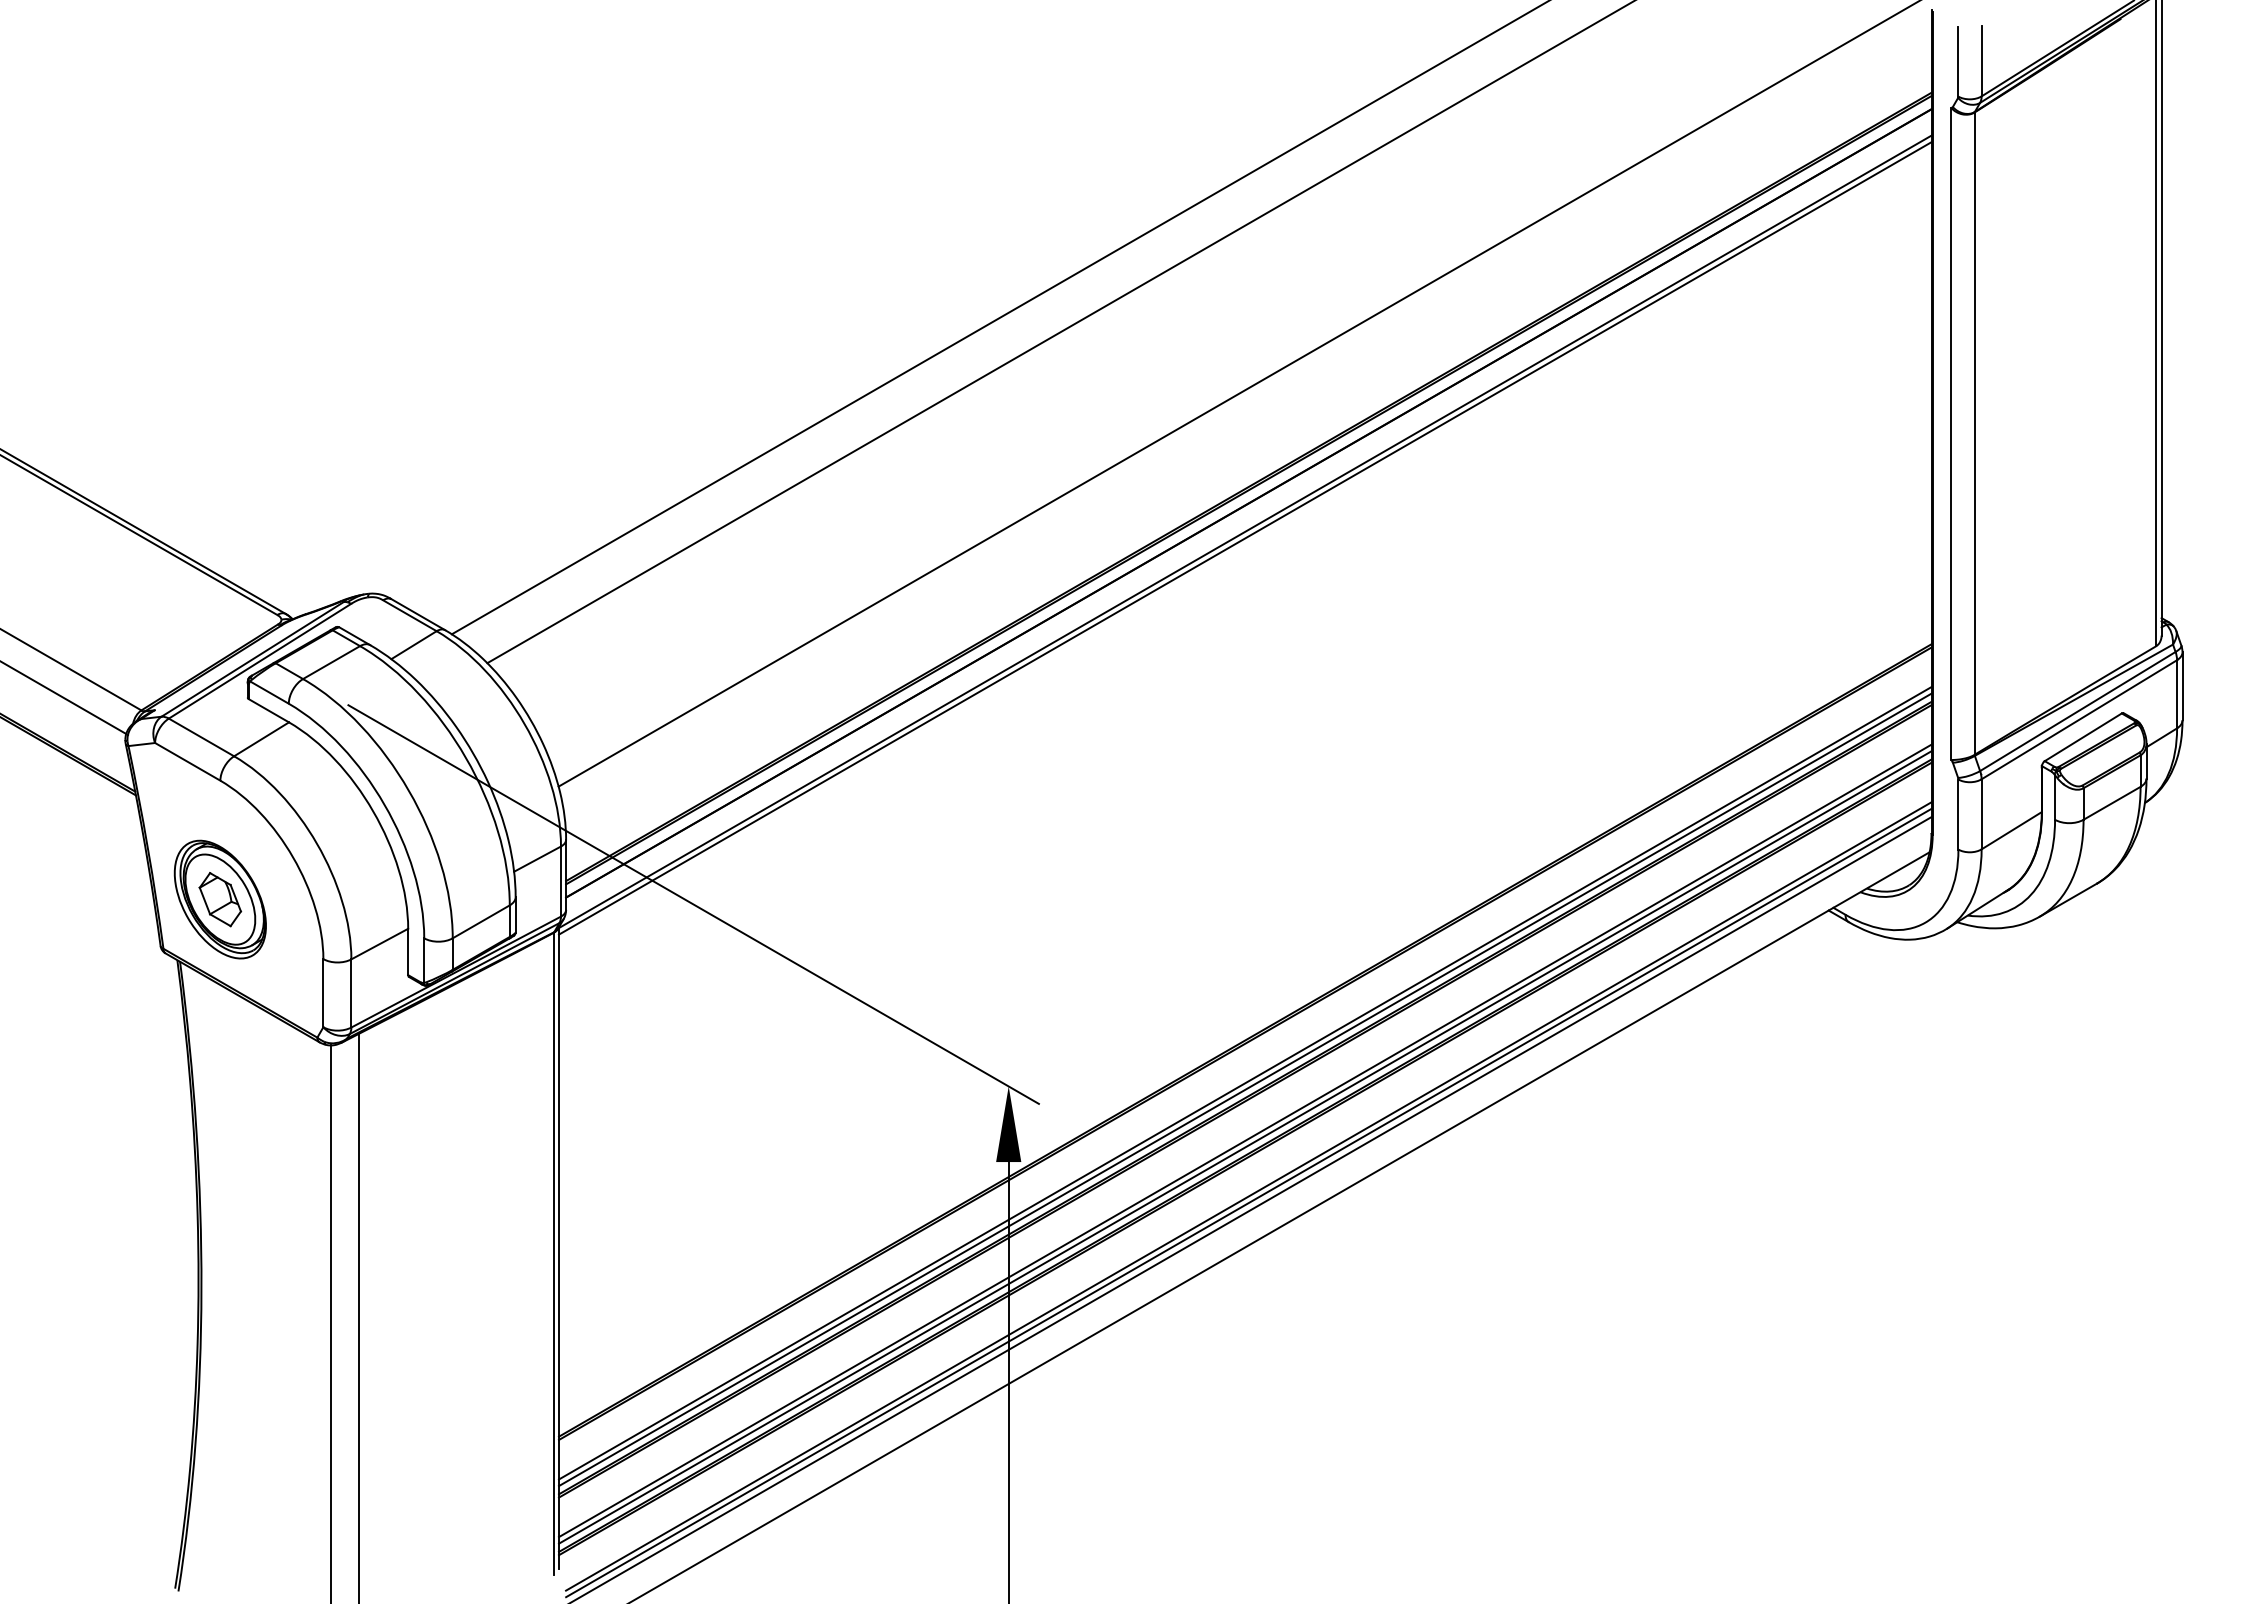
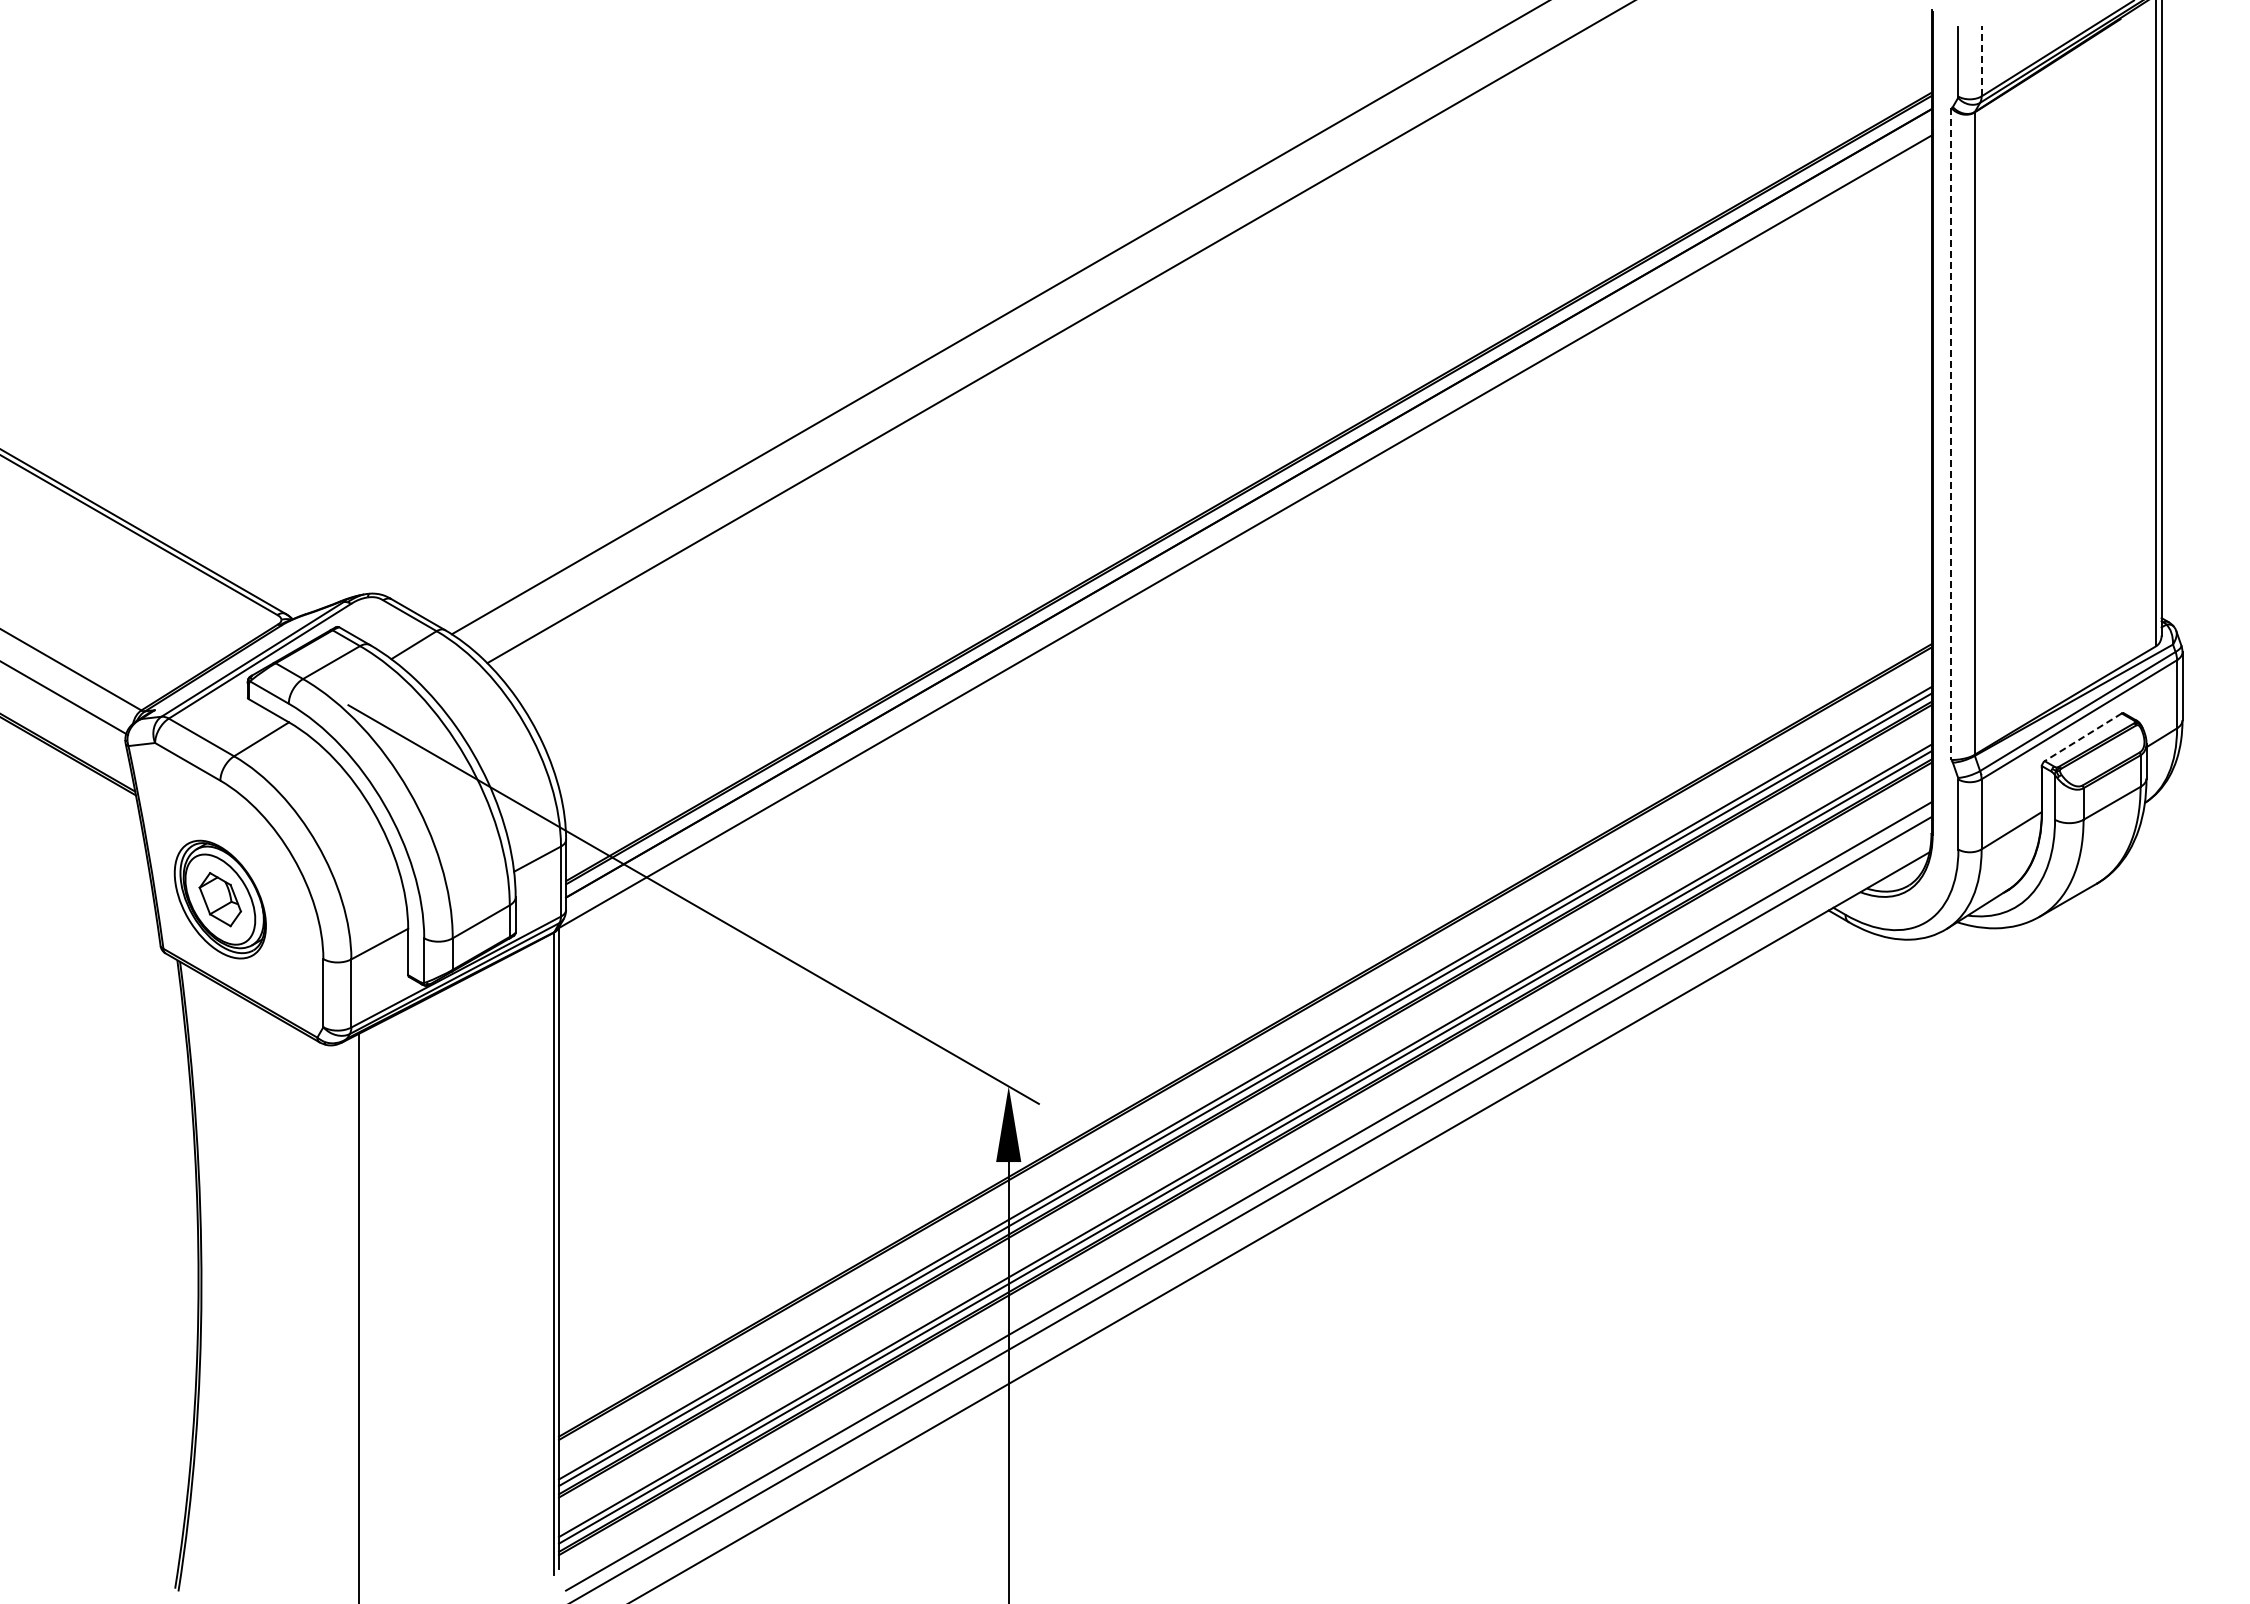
line at (1981, 60): solid -> dashed
line at (1237, 394): present -> none
line at (1951, 434): solid -> dashed
line at (1244, 538): present -> none
line at (2082, 737): solid -> dashed
line at (1248, 1202): present -> none
line at (331, 1322): present -> none
